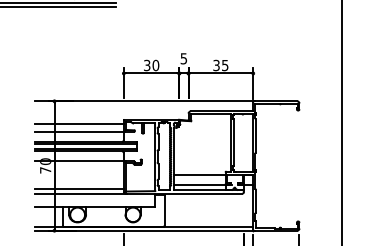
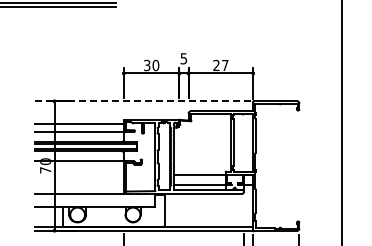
text at (220, 65): 35 -> 27
line at (145, 101): solid -> dashed
line at (79, 189): present -> none
